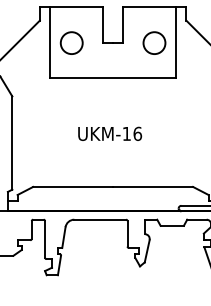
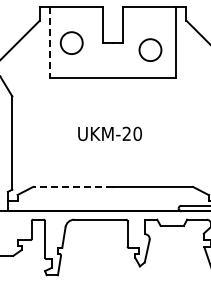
line at (49, 42): solid -> dashed
circle at (154, 42) position: (154, 42) -> (150, 49)
text at (132, 133): UKM-16 -> UKM-20
line at (73, 186): solid -> dashed
